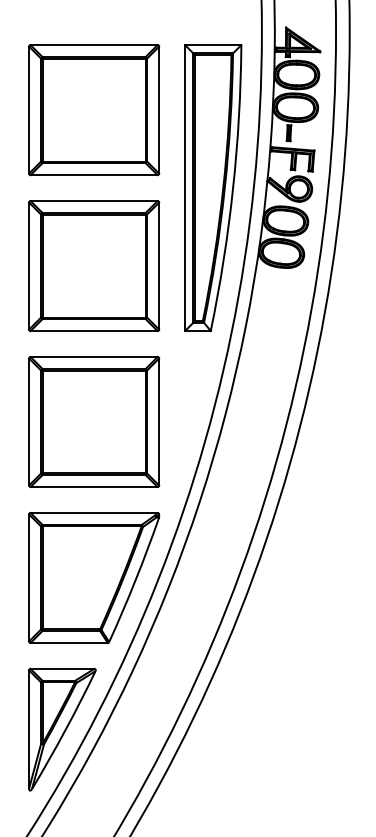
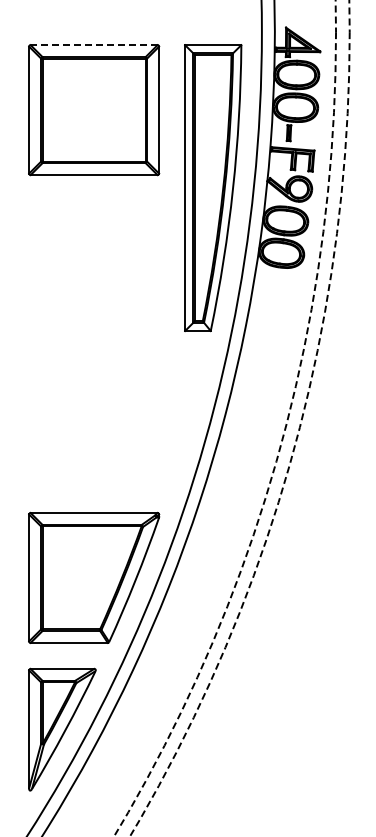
line at (93, 45): solid -> dashed
part at (94, 266): present -> none
circle at (225, 418): solid -> dashed
circle at (239, 418): solid -> dashed
part at (94, 422): present -> none
